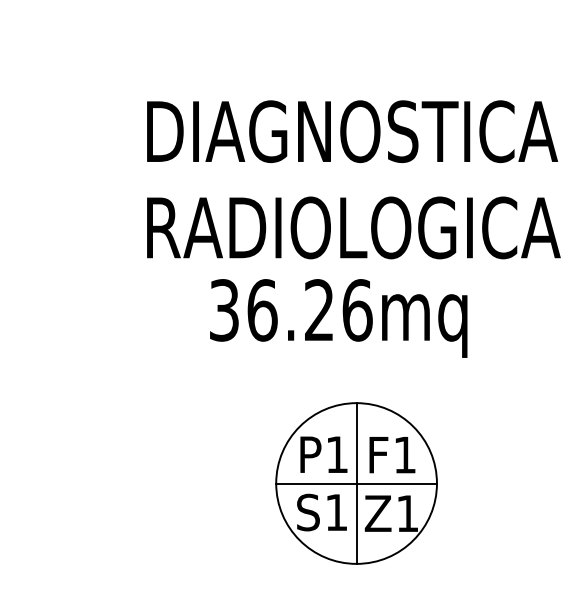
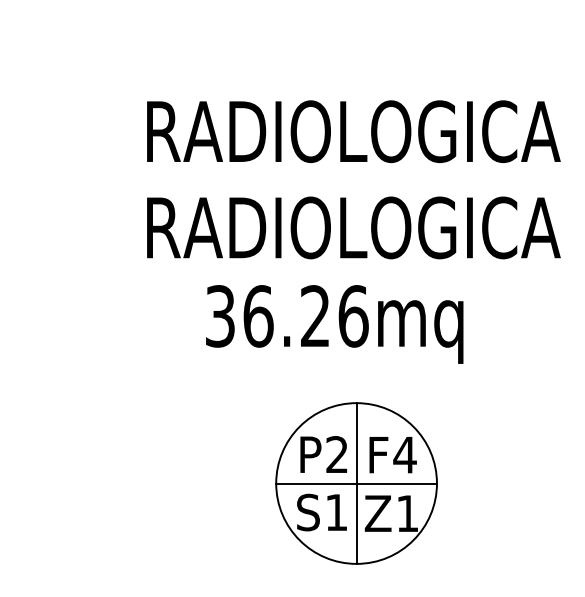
text at (356, 131): DIAGNOSTICA -> RADIOLOGICA
text at (338, 318) position: (338, 318) -> (334, 324)
text at (336, 454): P1 -> P2
text at (404, 455): F1 -> F4
